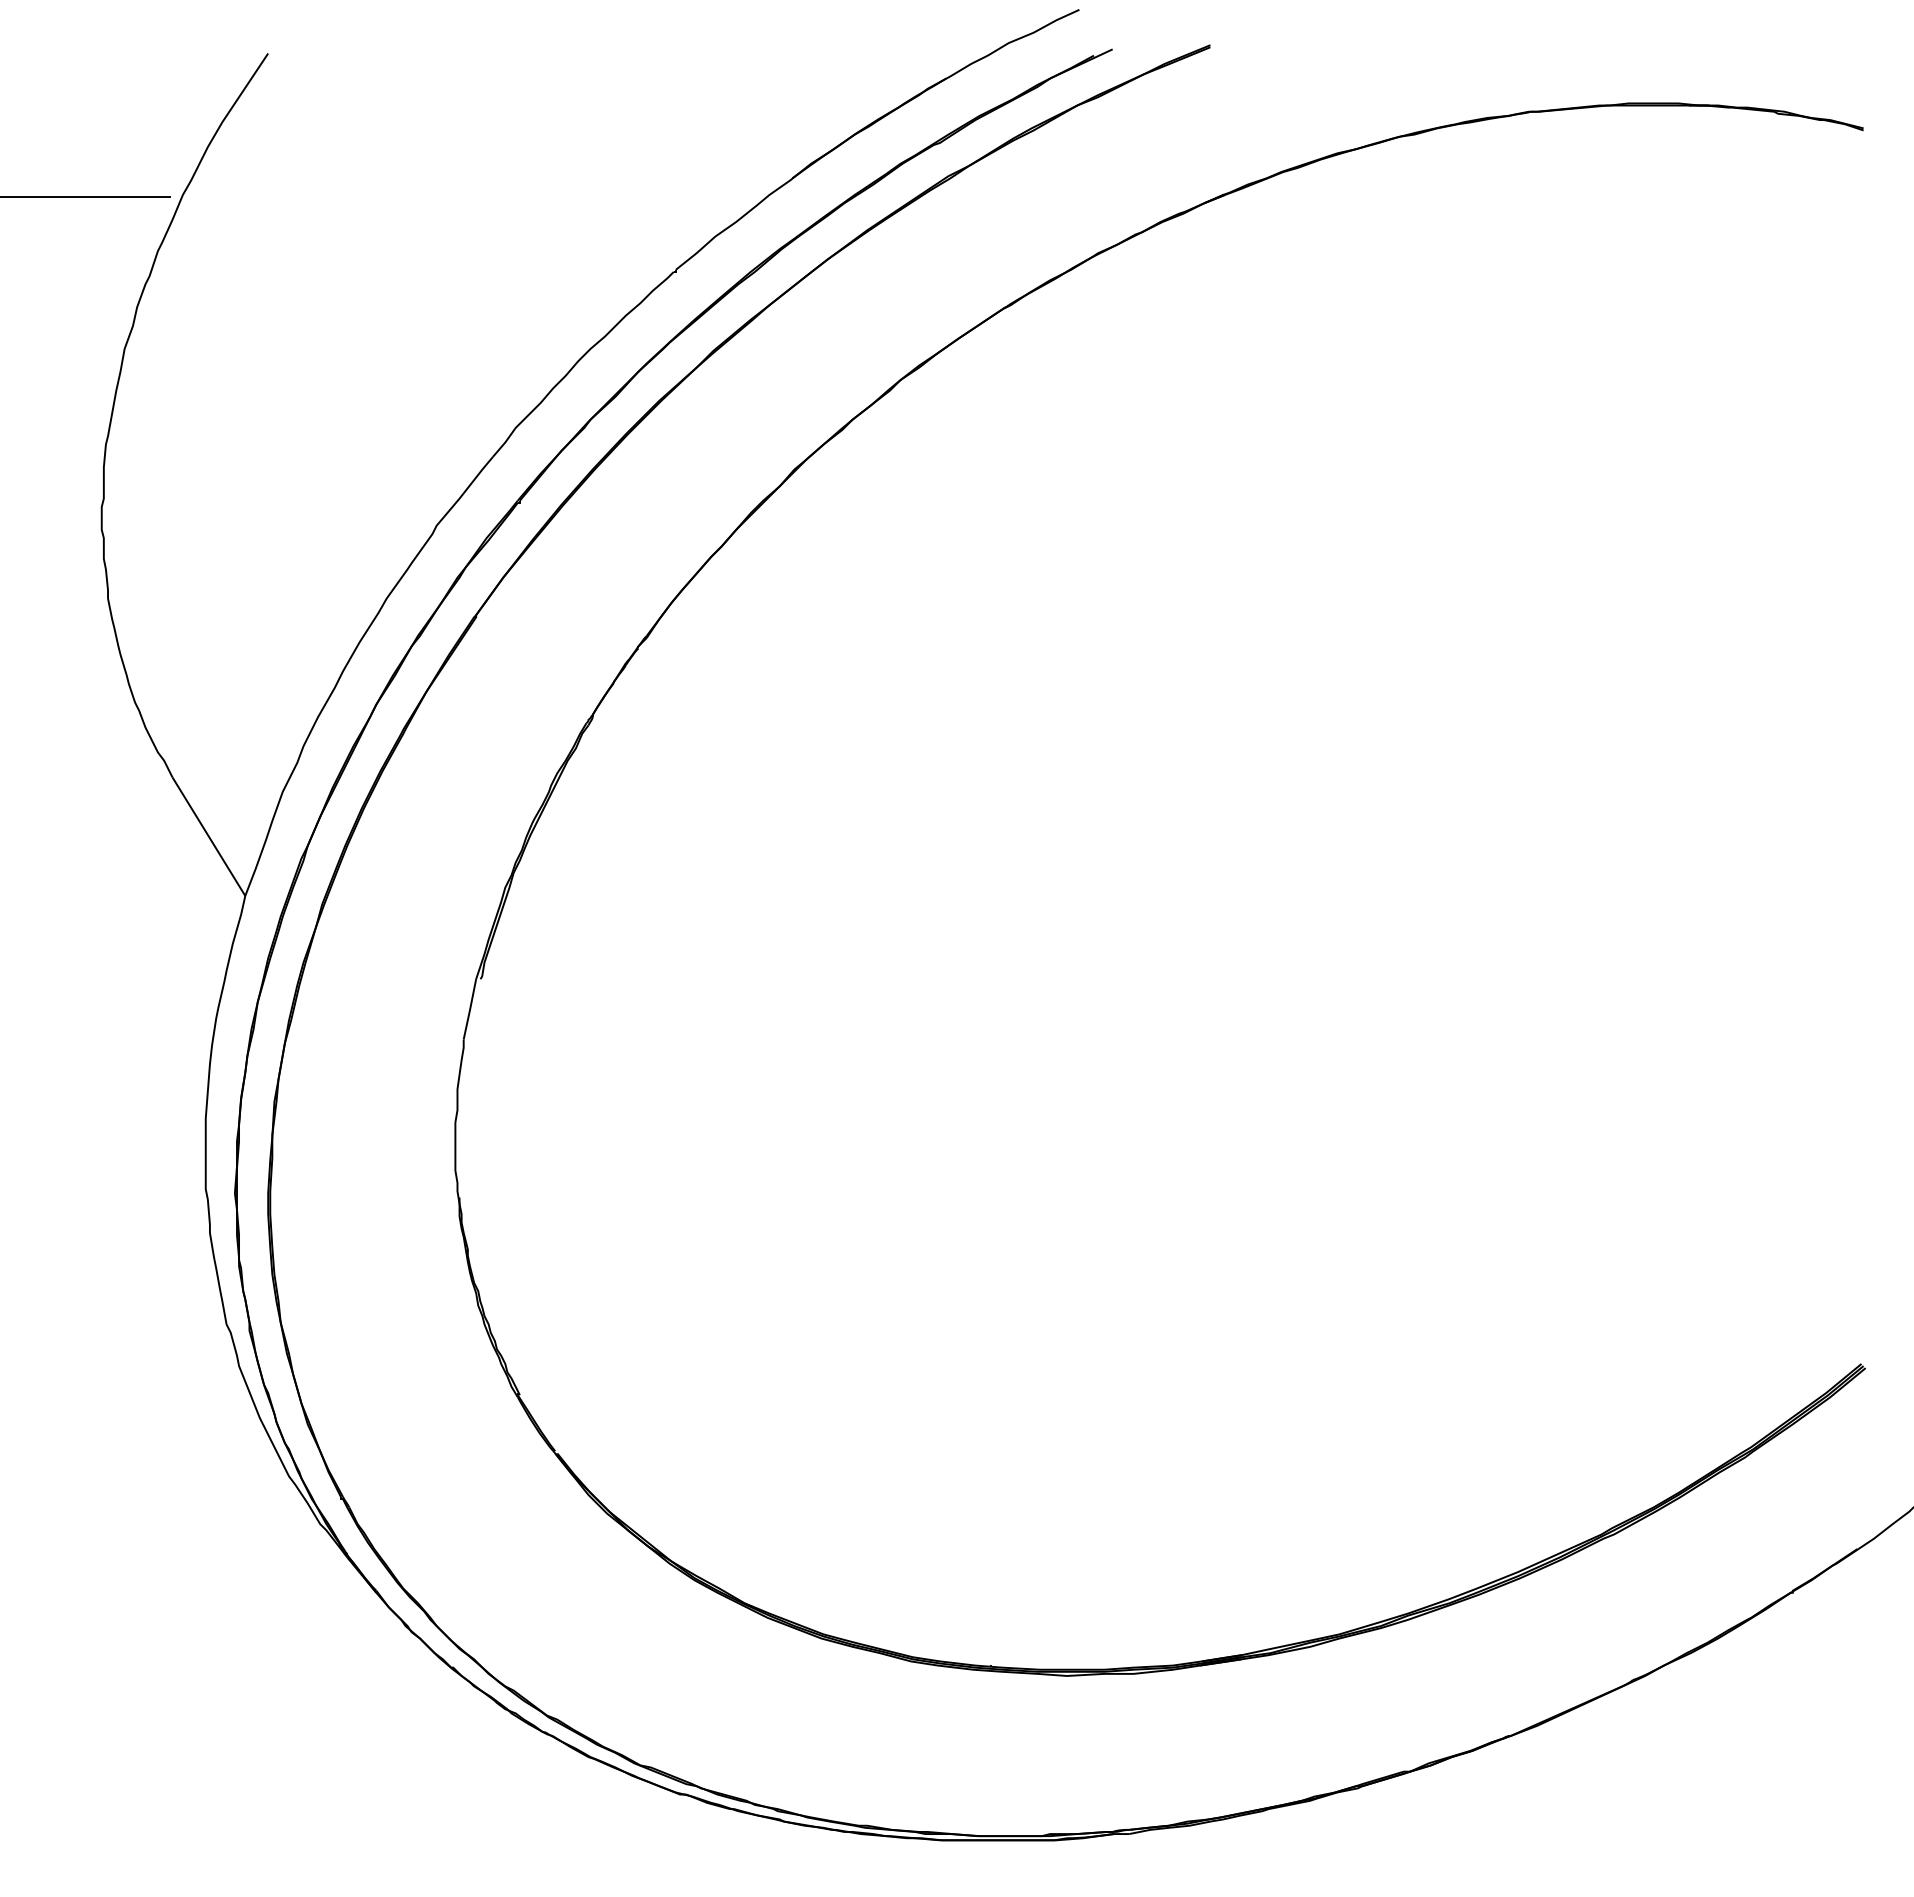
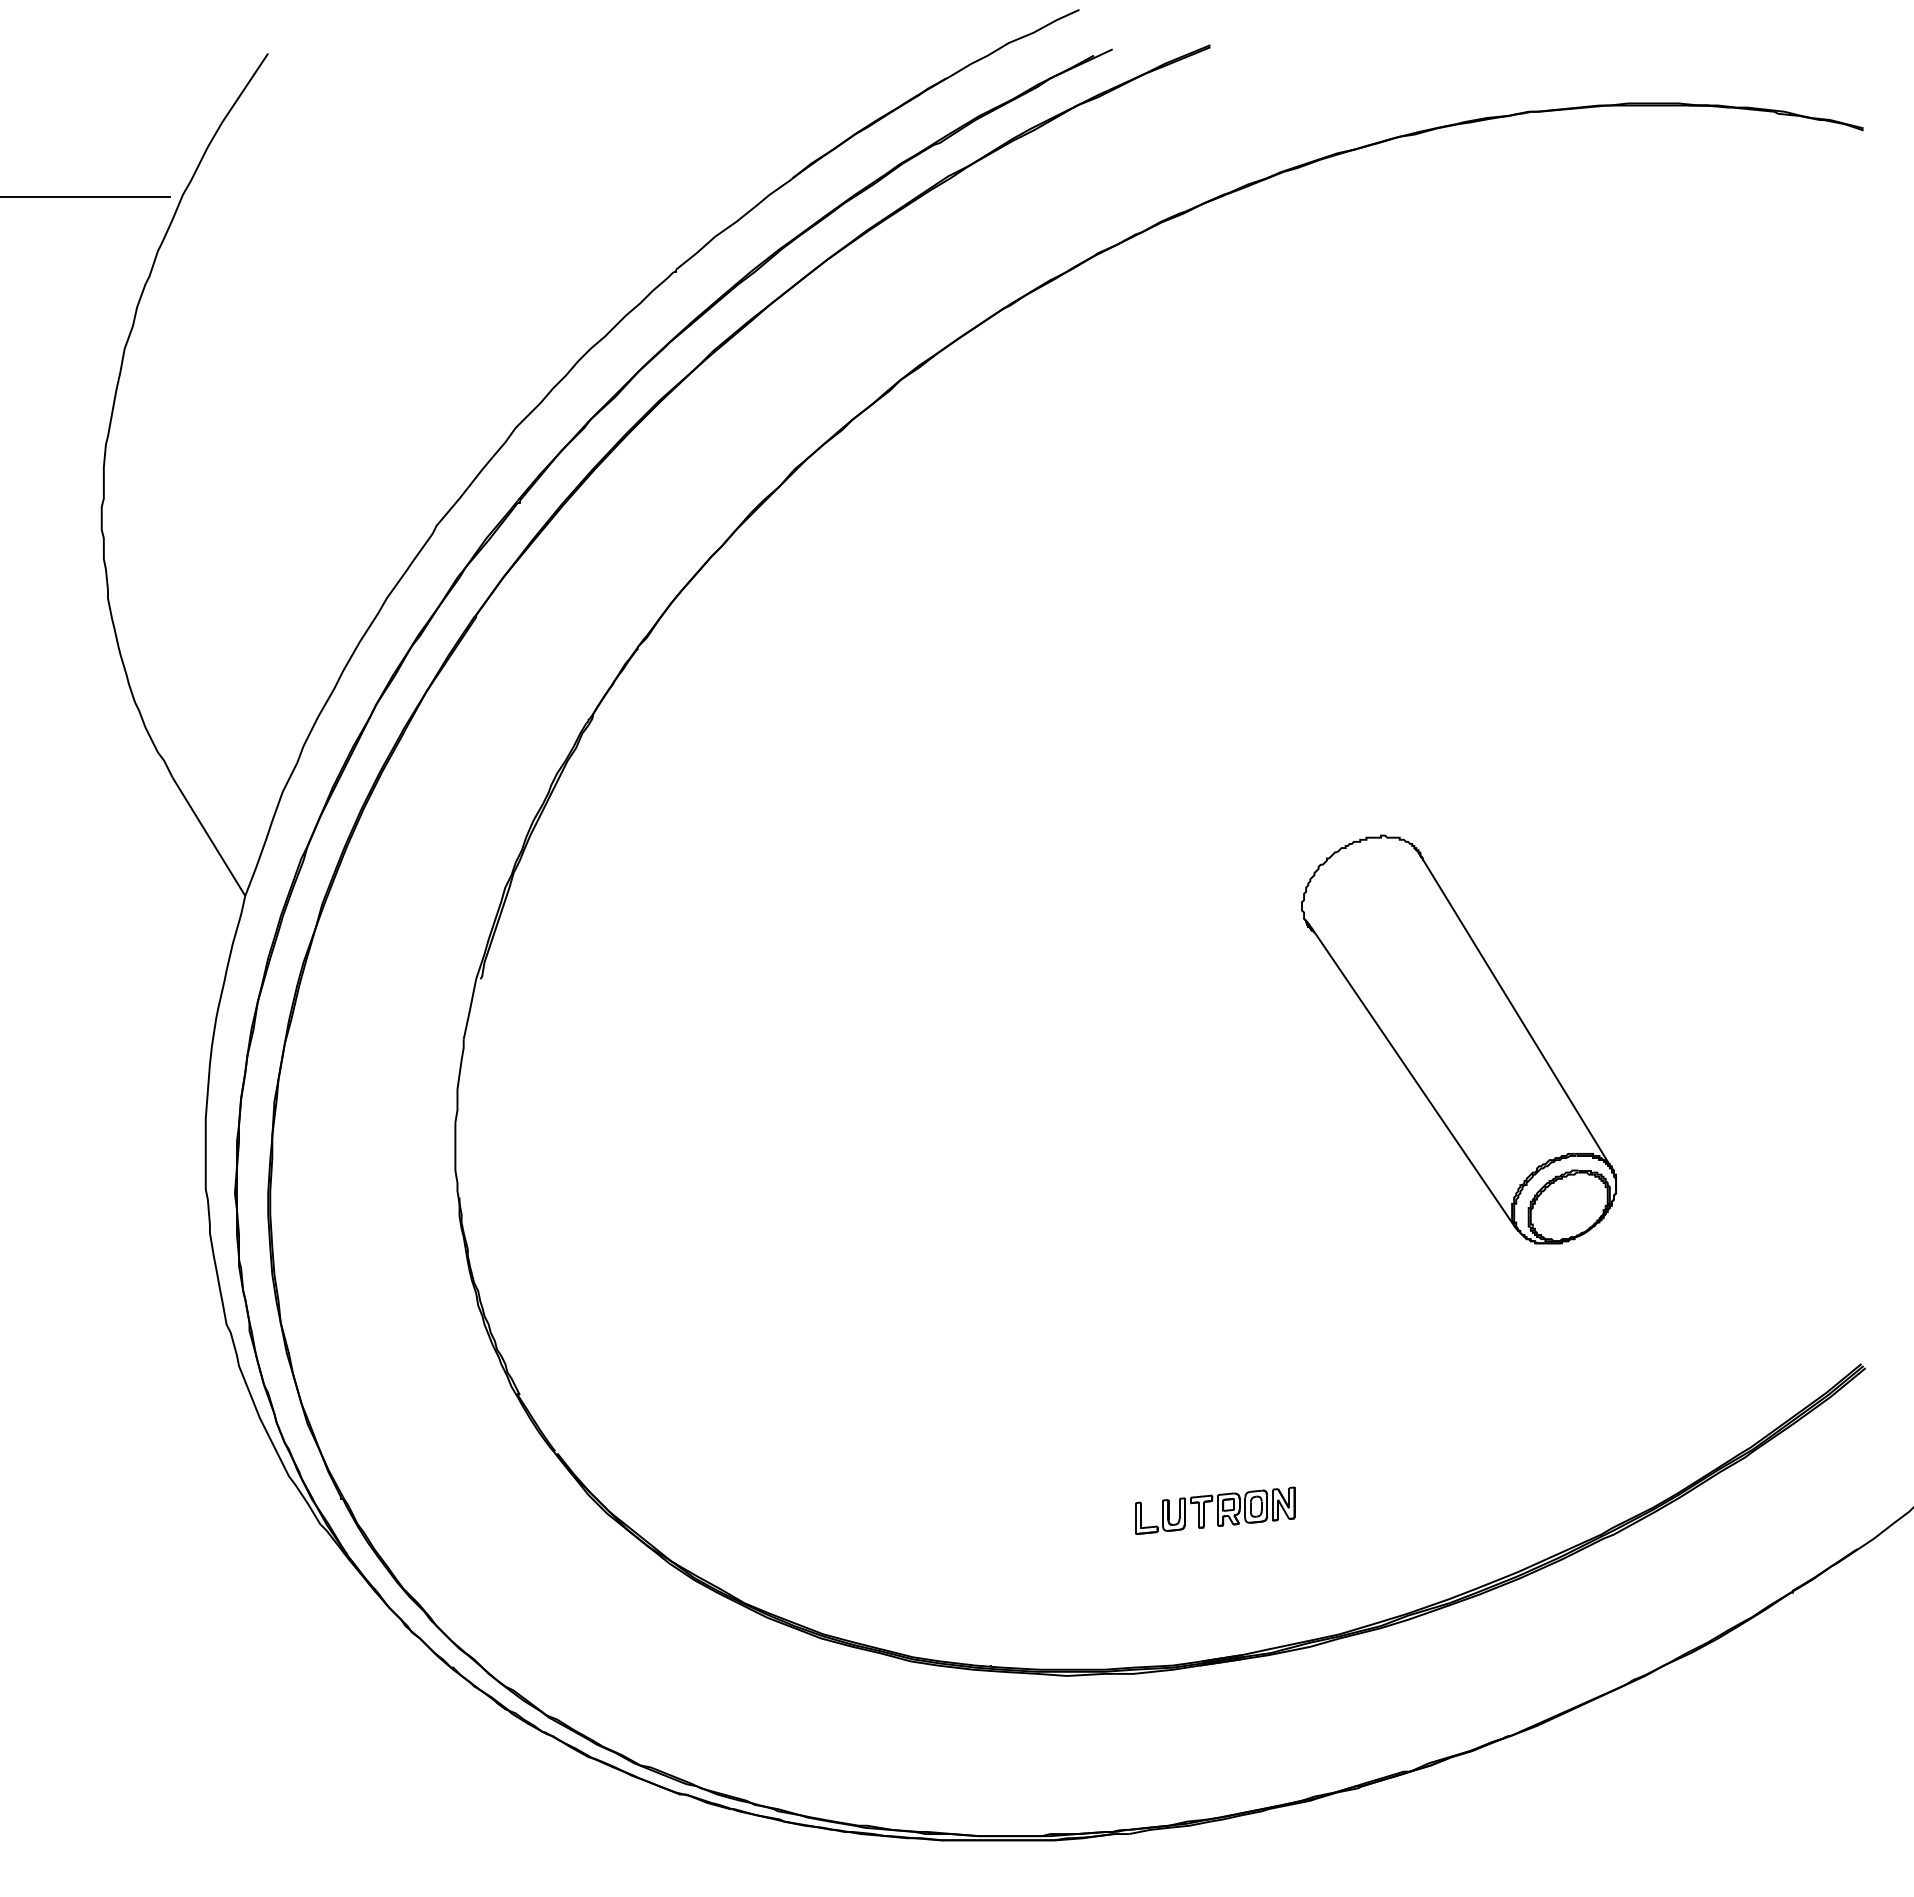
part at (1458, 1039): none -> present
part at (1215, 1510): none -> present
